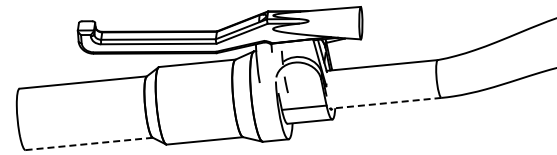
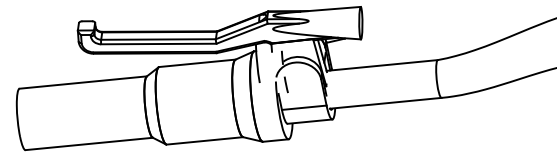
line at (385, 103): dashed -> solid
line at (89, 143): dashed -> solid
